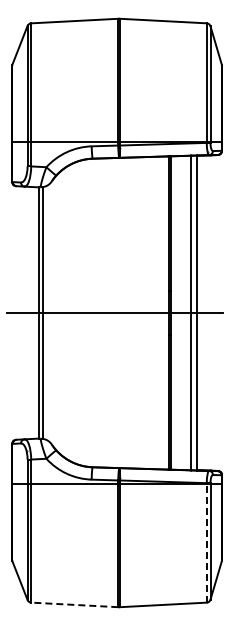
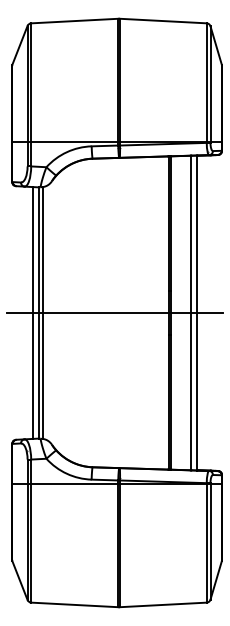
line at (32, 312): none -> present
line at (206, 542): dashed -> solid
line at (74, 604): dashed -> solid
